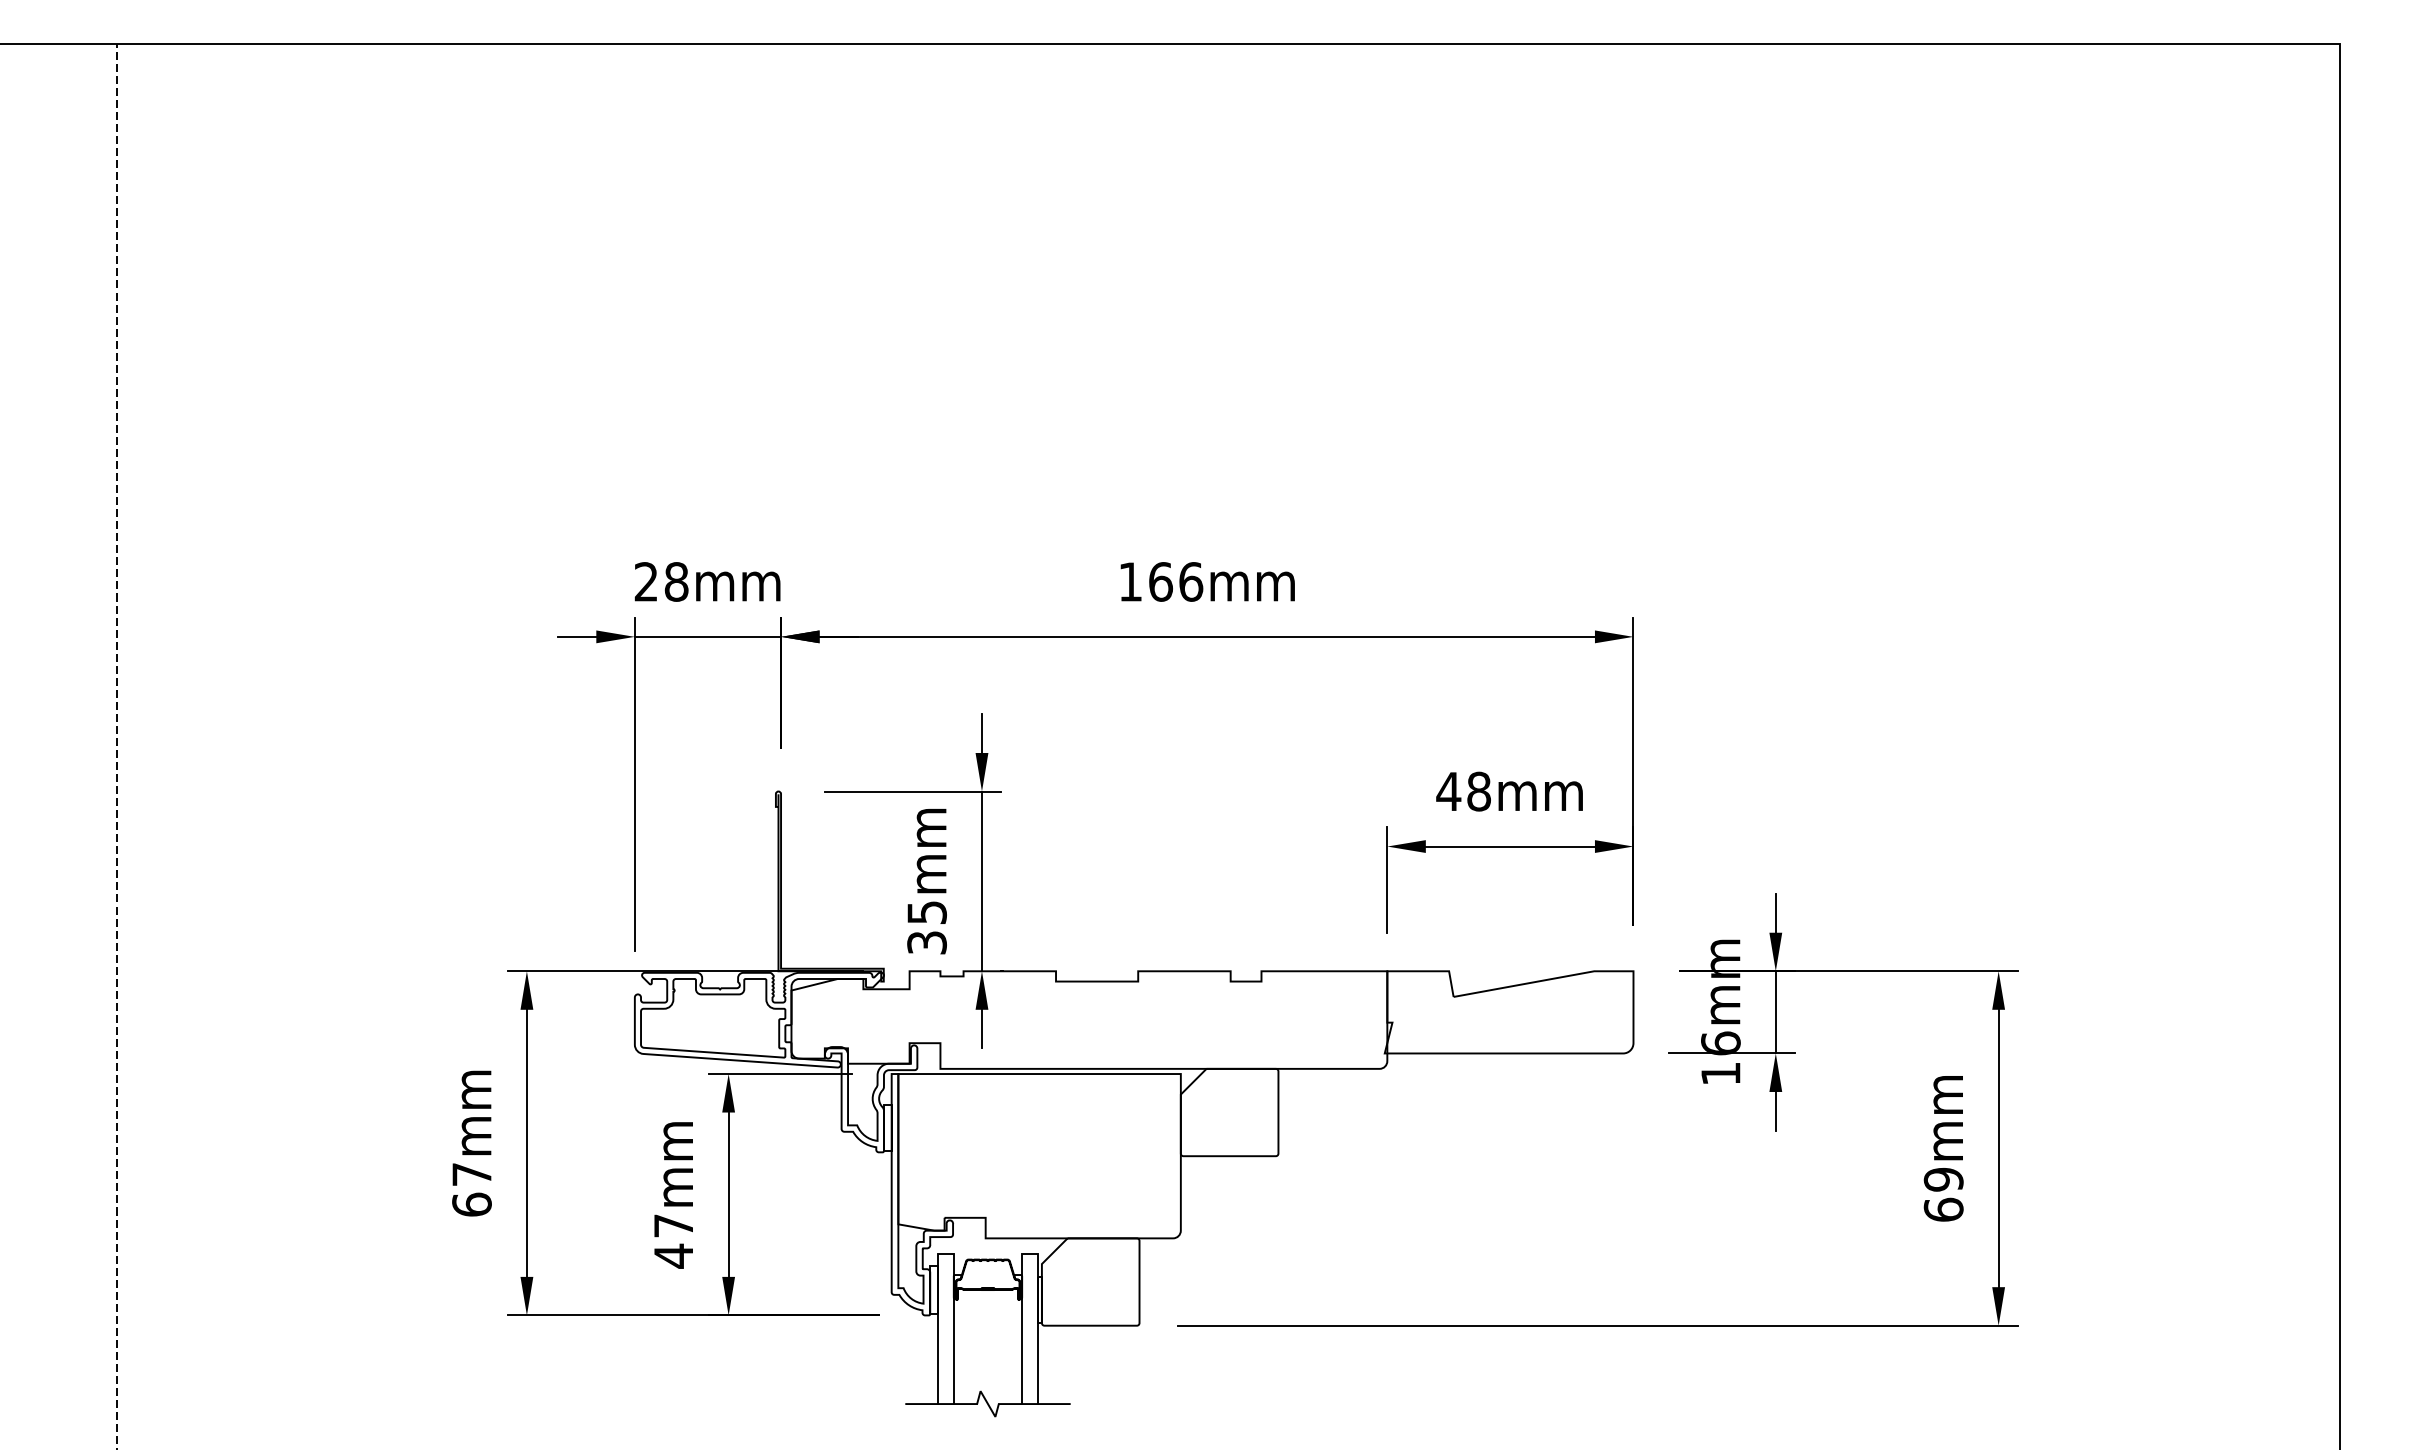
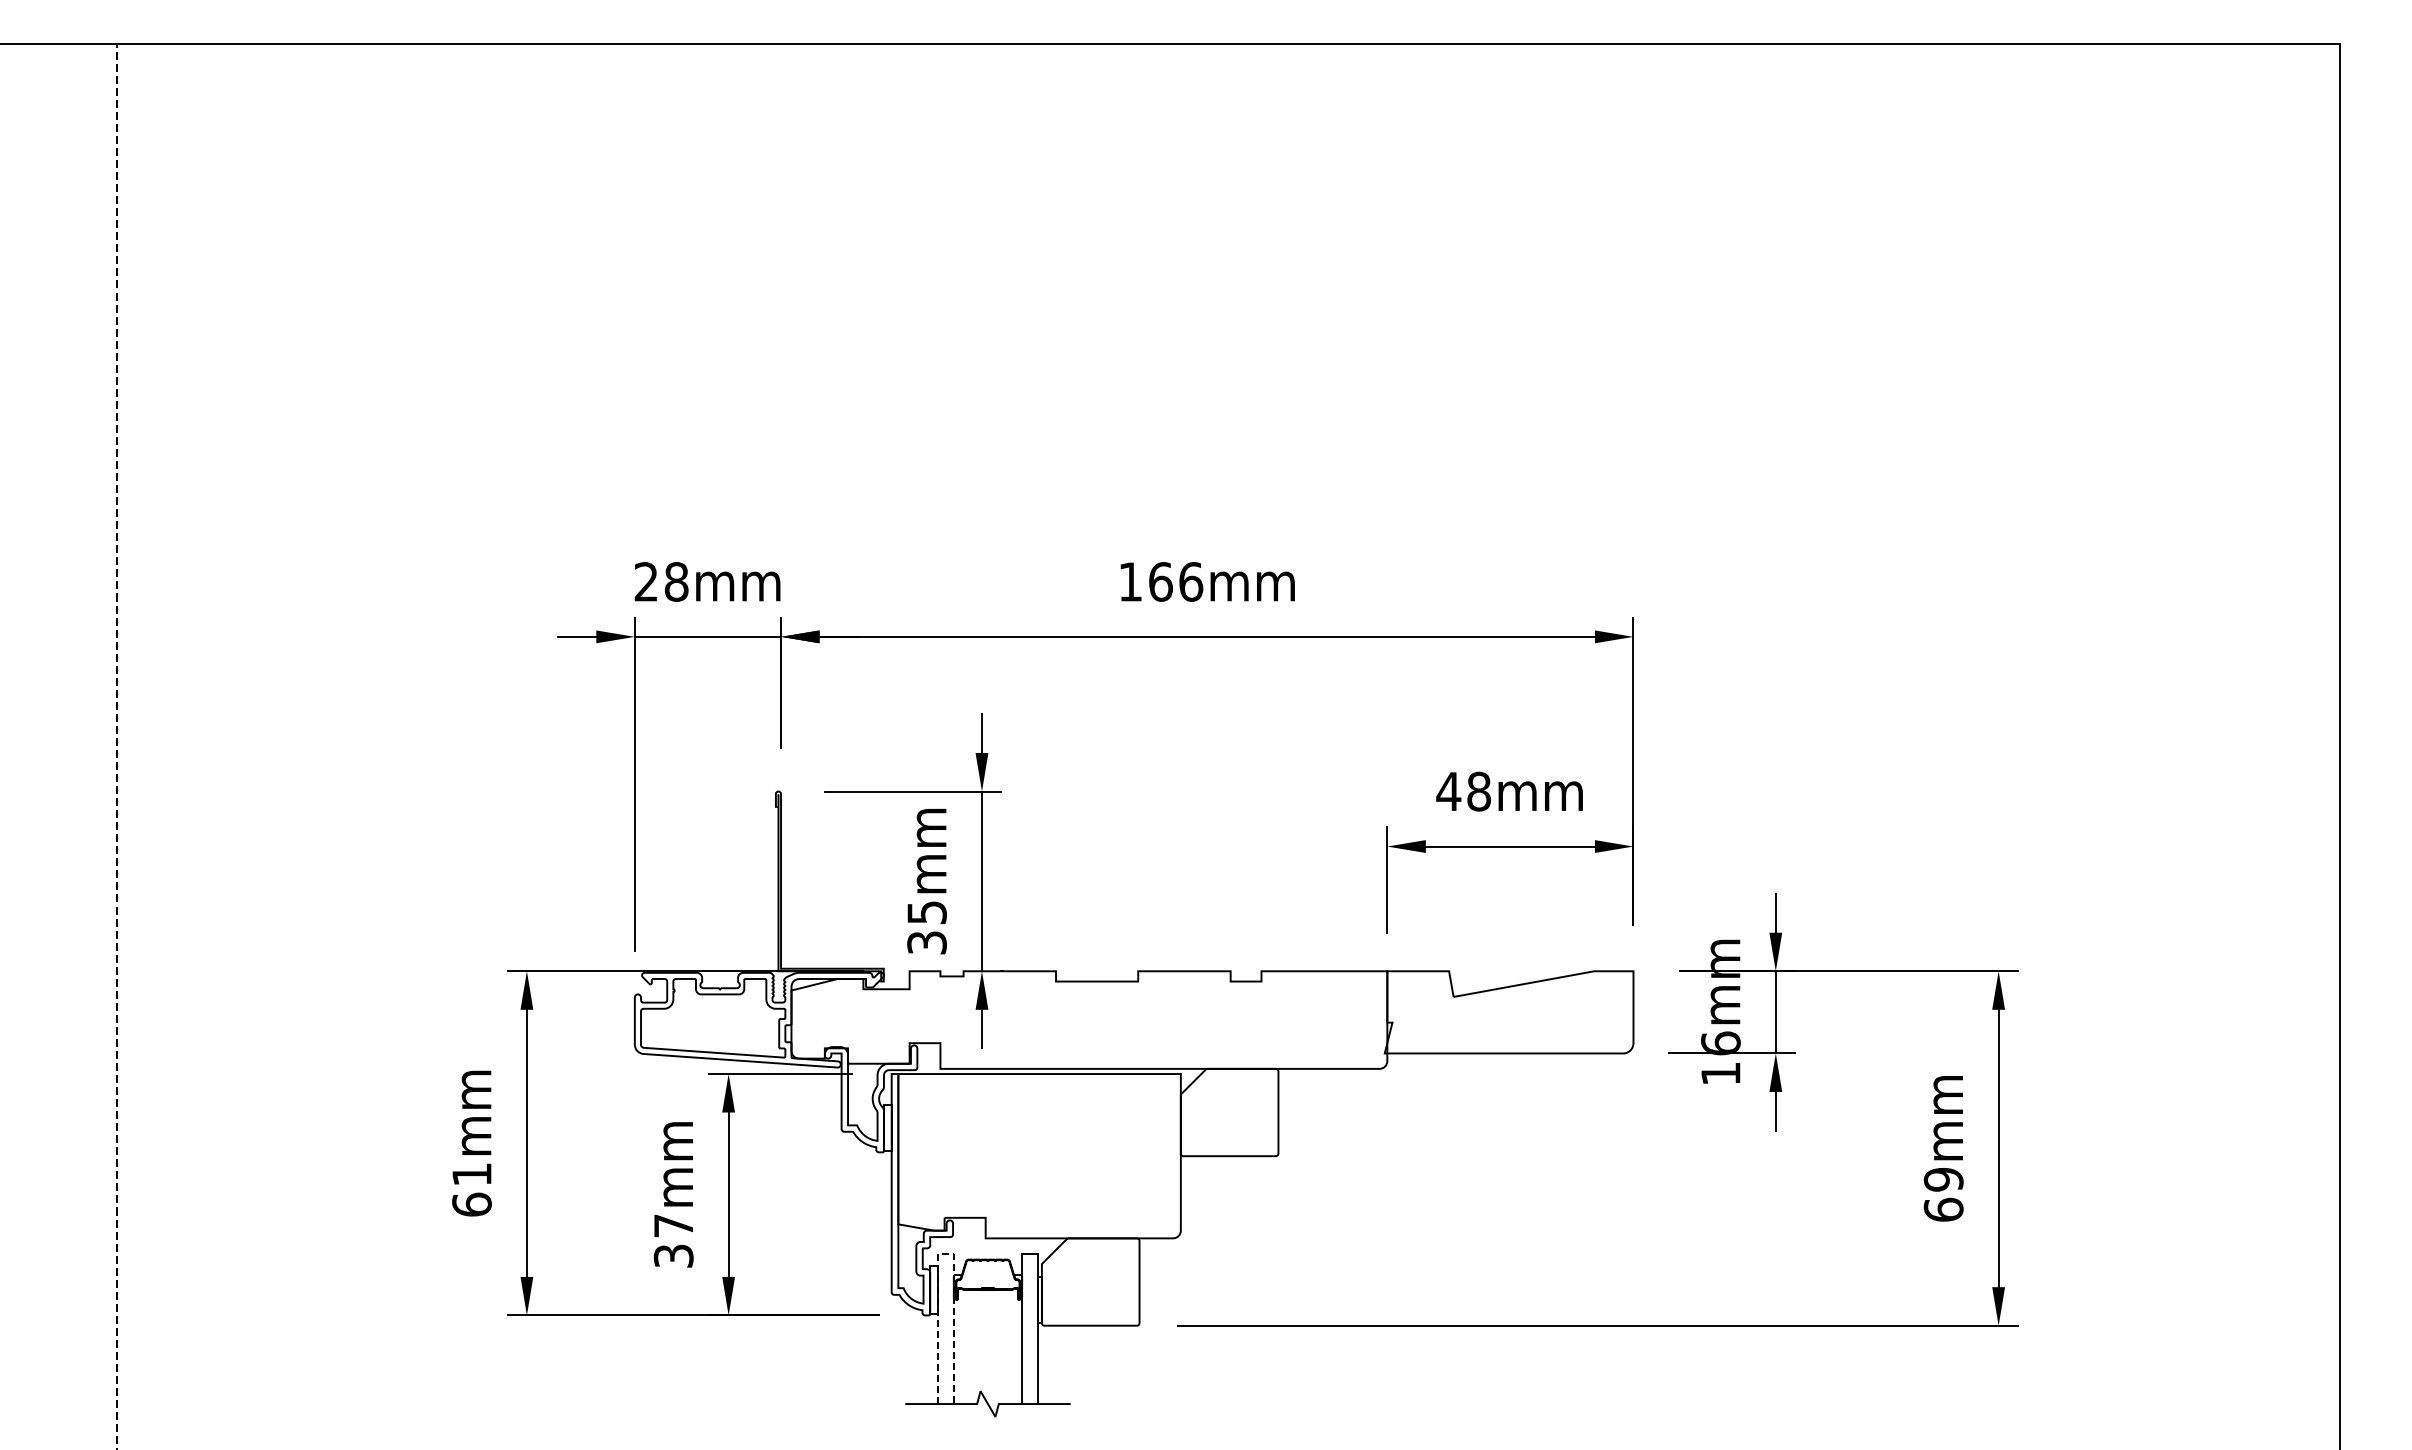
text at (471, 1174): 67mm -> 61mm
line at (945, 1253): solid -> dashed
text at (673, 1255): 47mm -> 37mm
